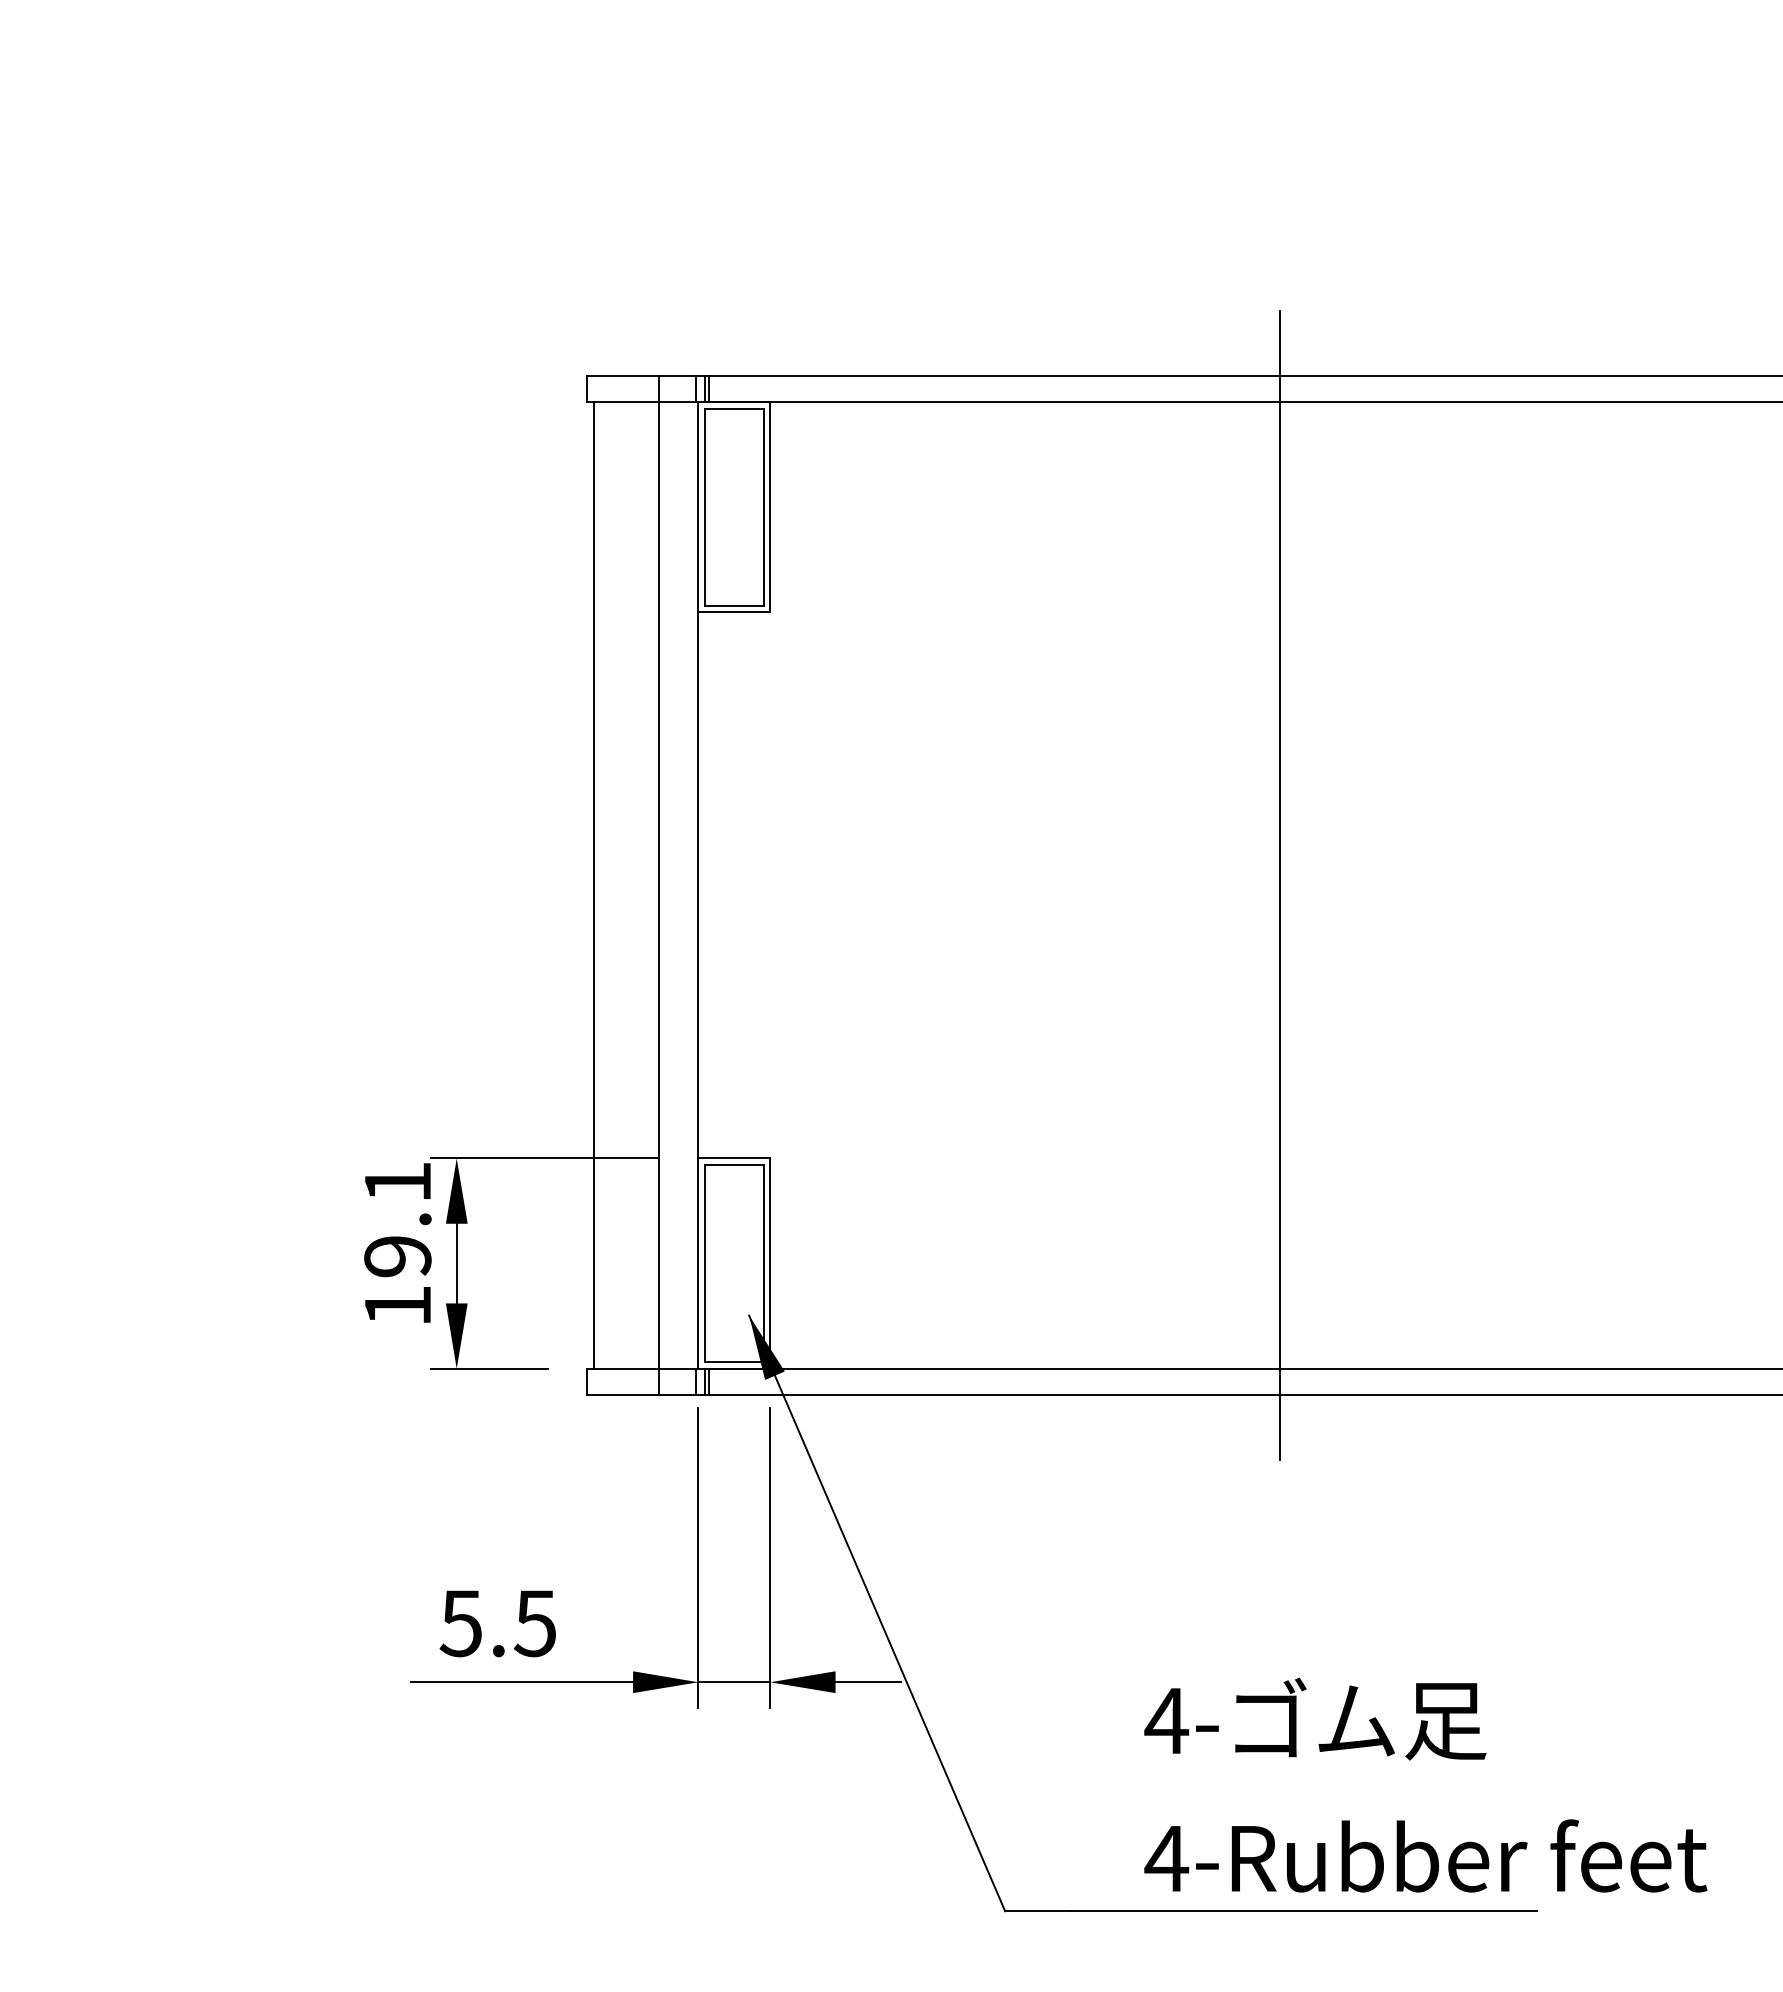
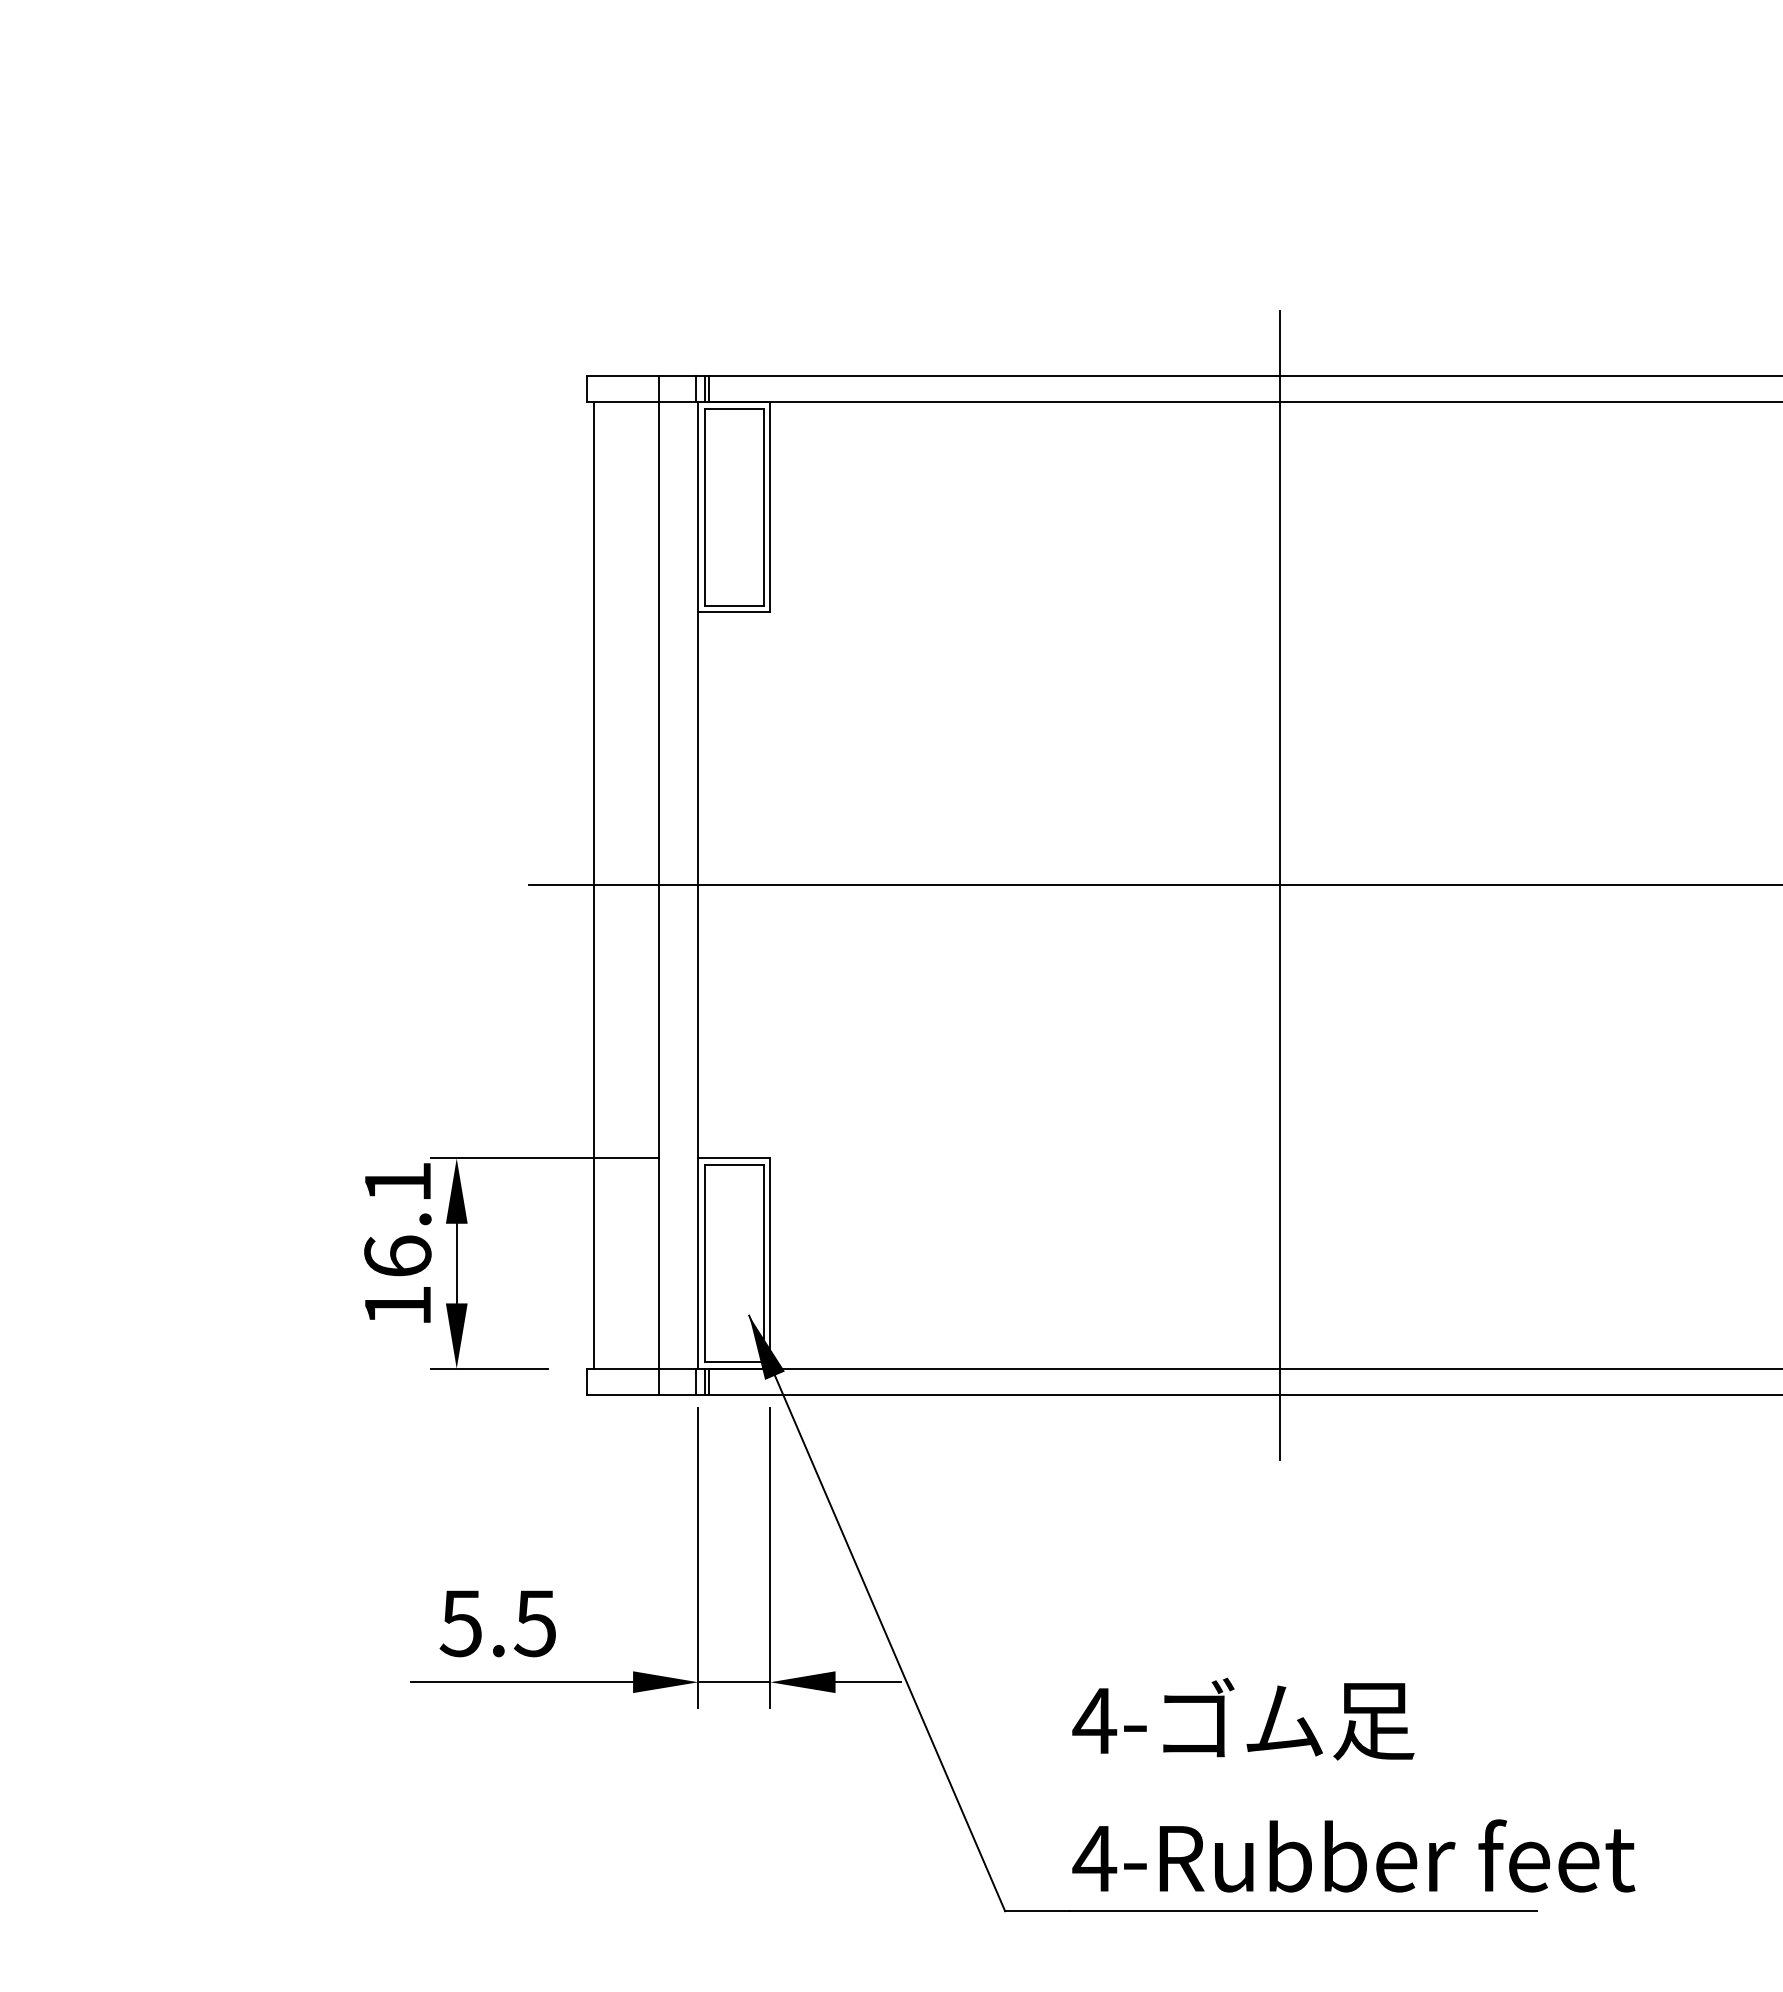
line at (1153, 885): none -> present
text at (397, 1256): 19.1 -> 16.1
text at (1425, 1784) position: (1425, 1784) -> (1353, 1784)
